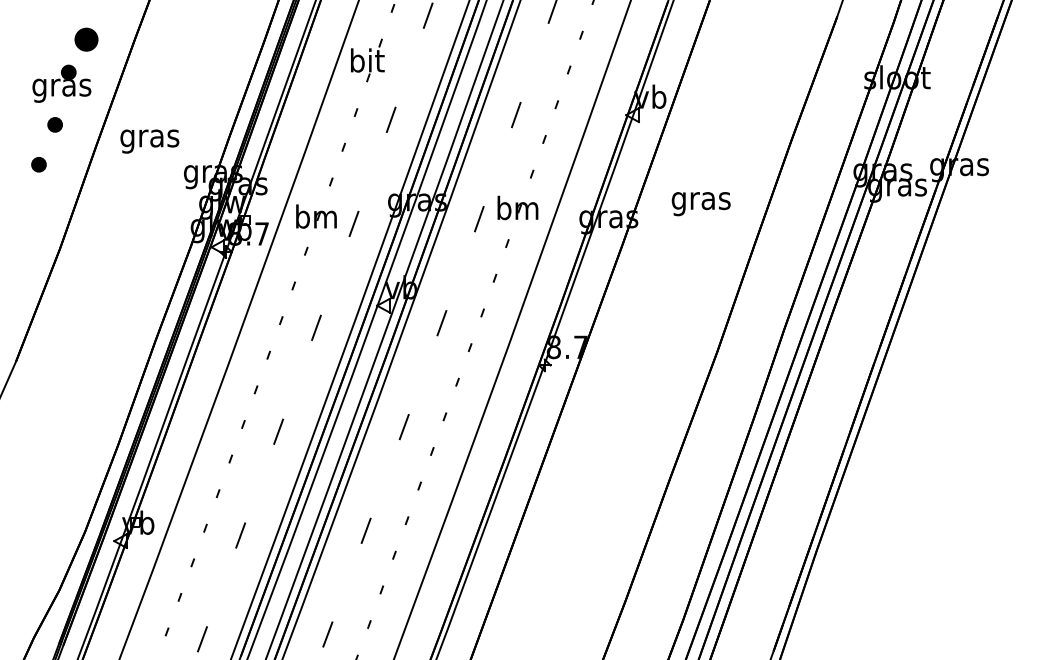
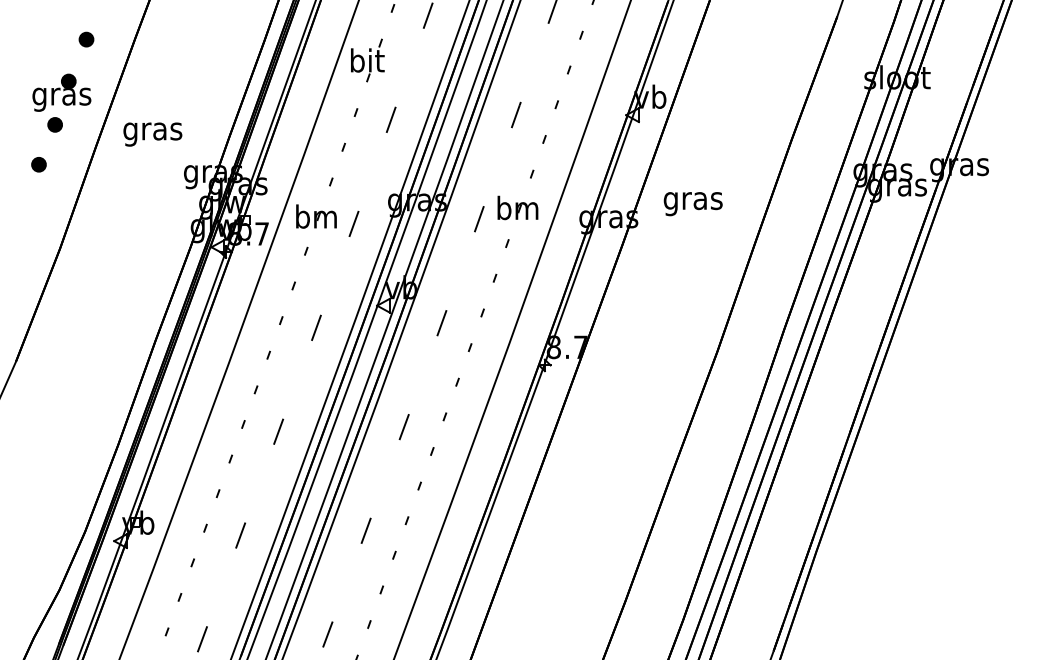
part at (86, 39) size: 25x25 px -> 17x17 px
part at (61, 83) position: (61, 83) -> (61, 92)
text at (149, 141) position: (149, 141) -> (152, 134)
text at (700, 204) position: (700, 204) -> (692, 204)
